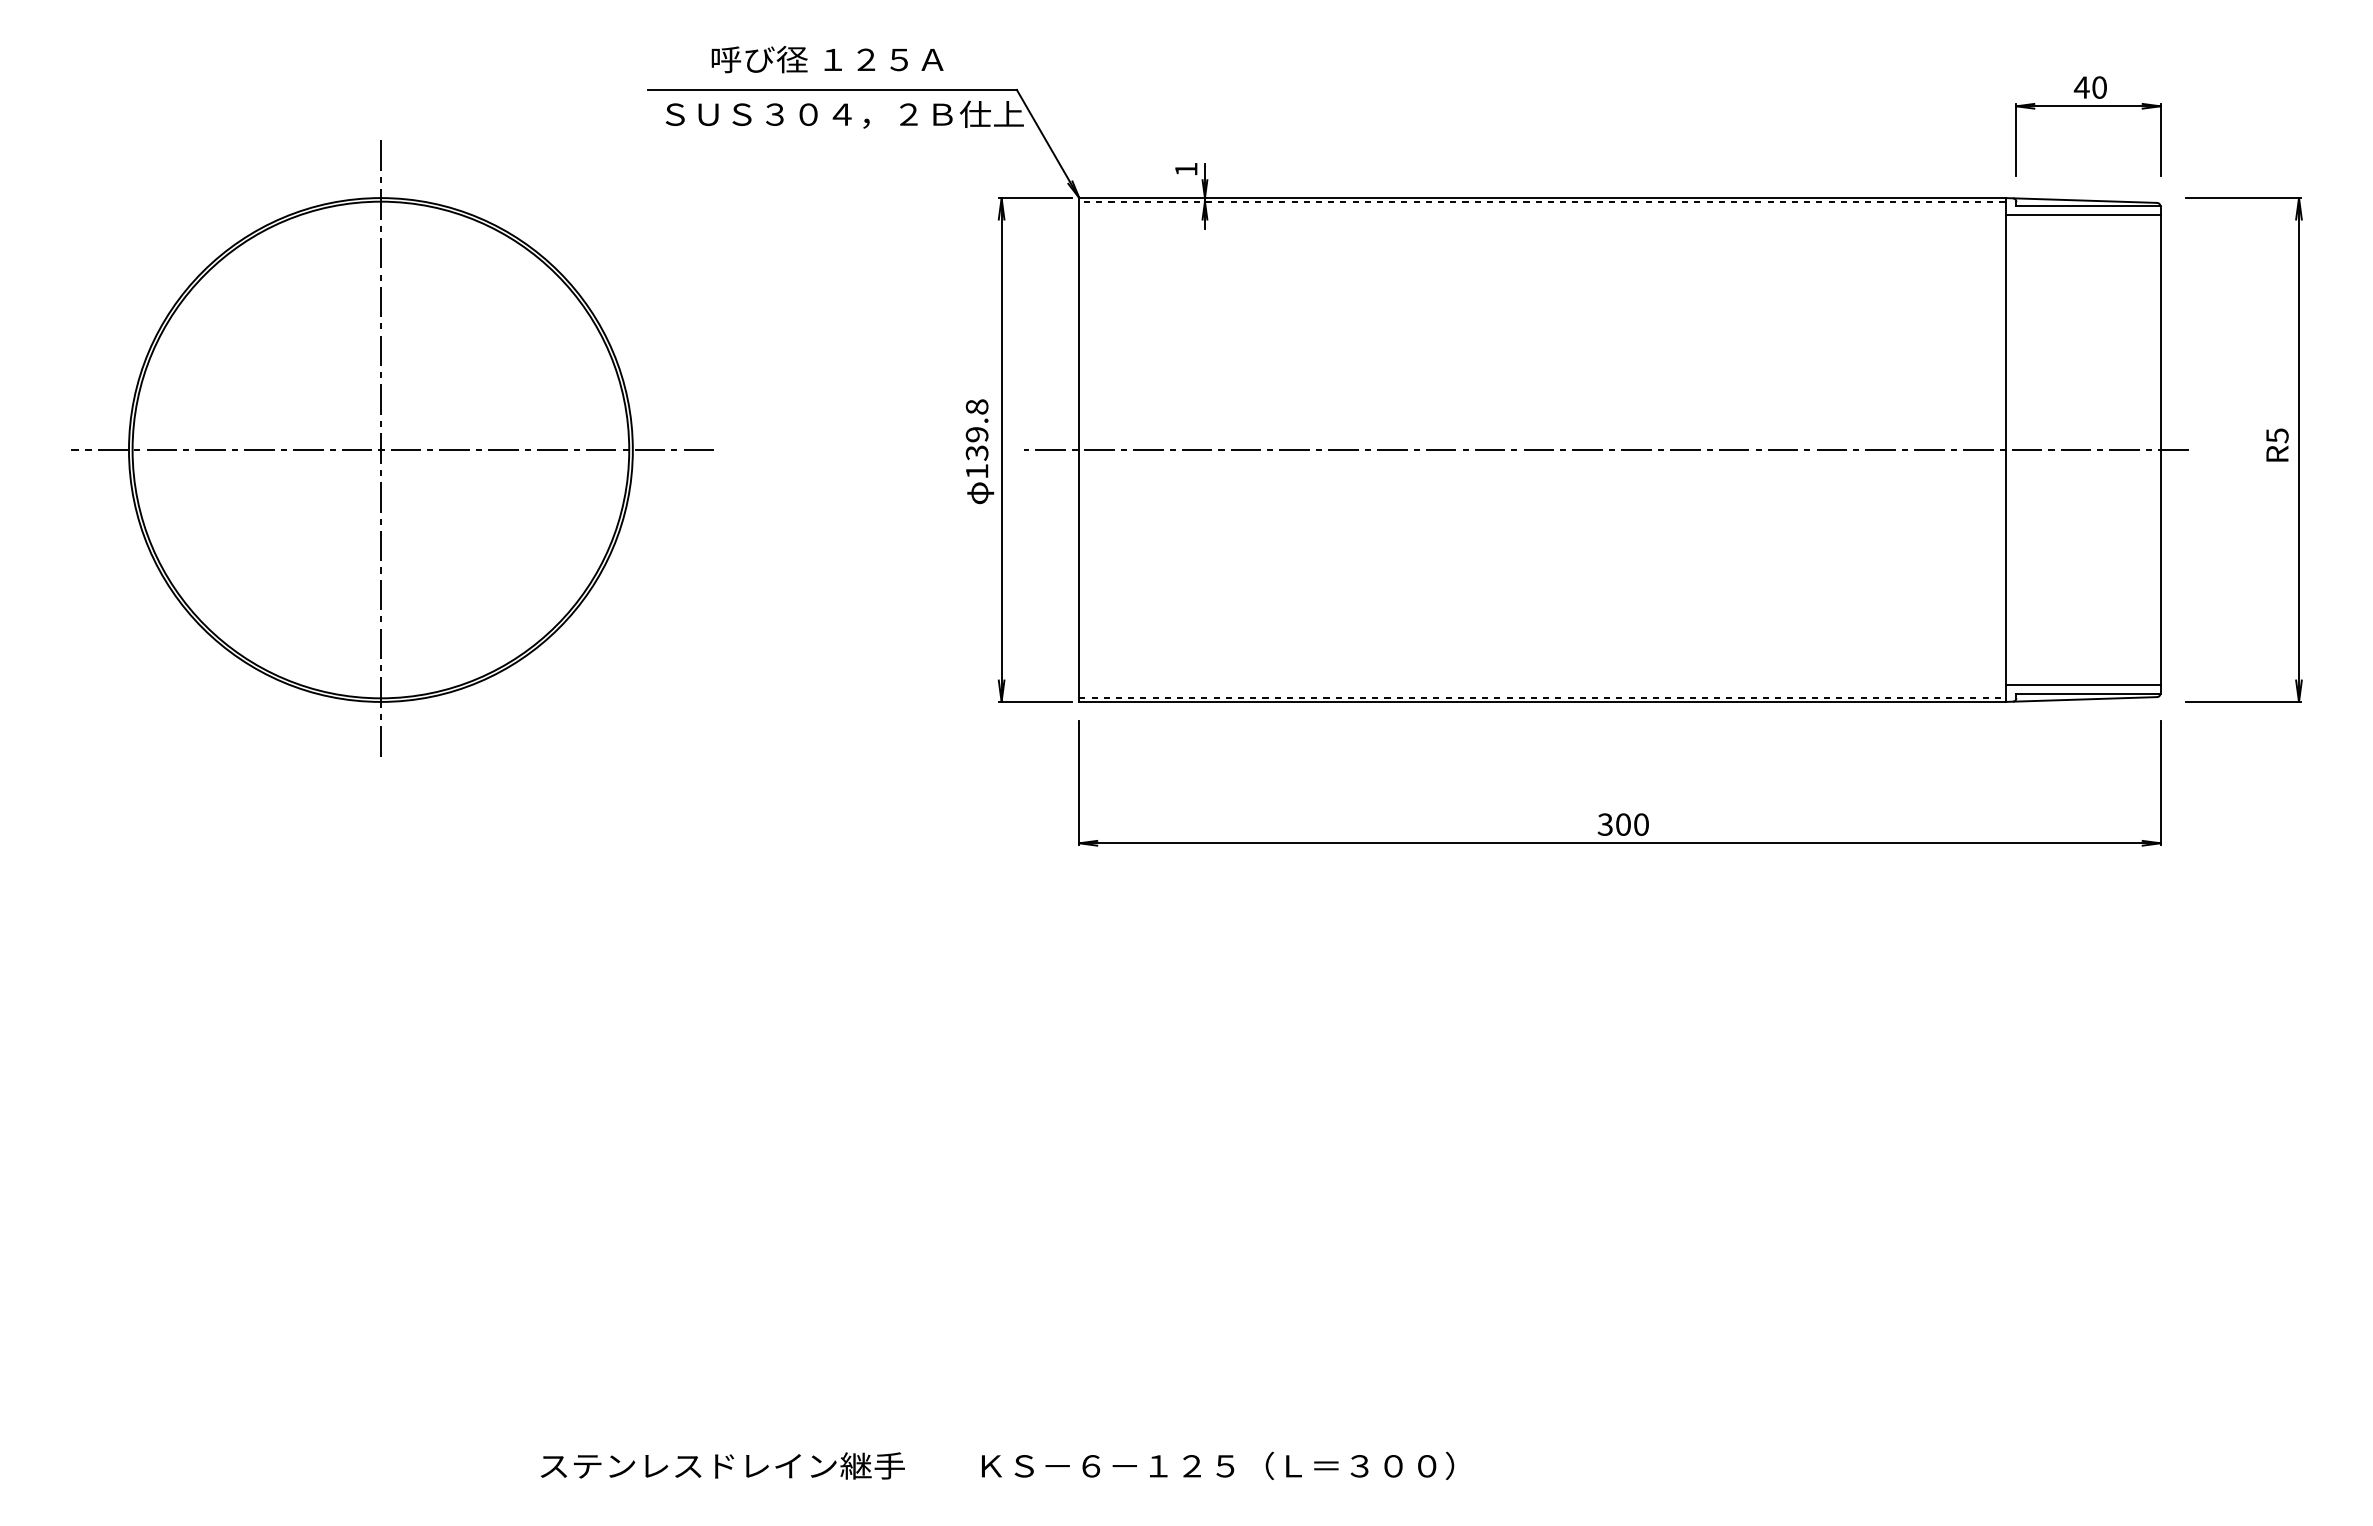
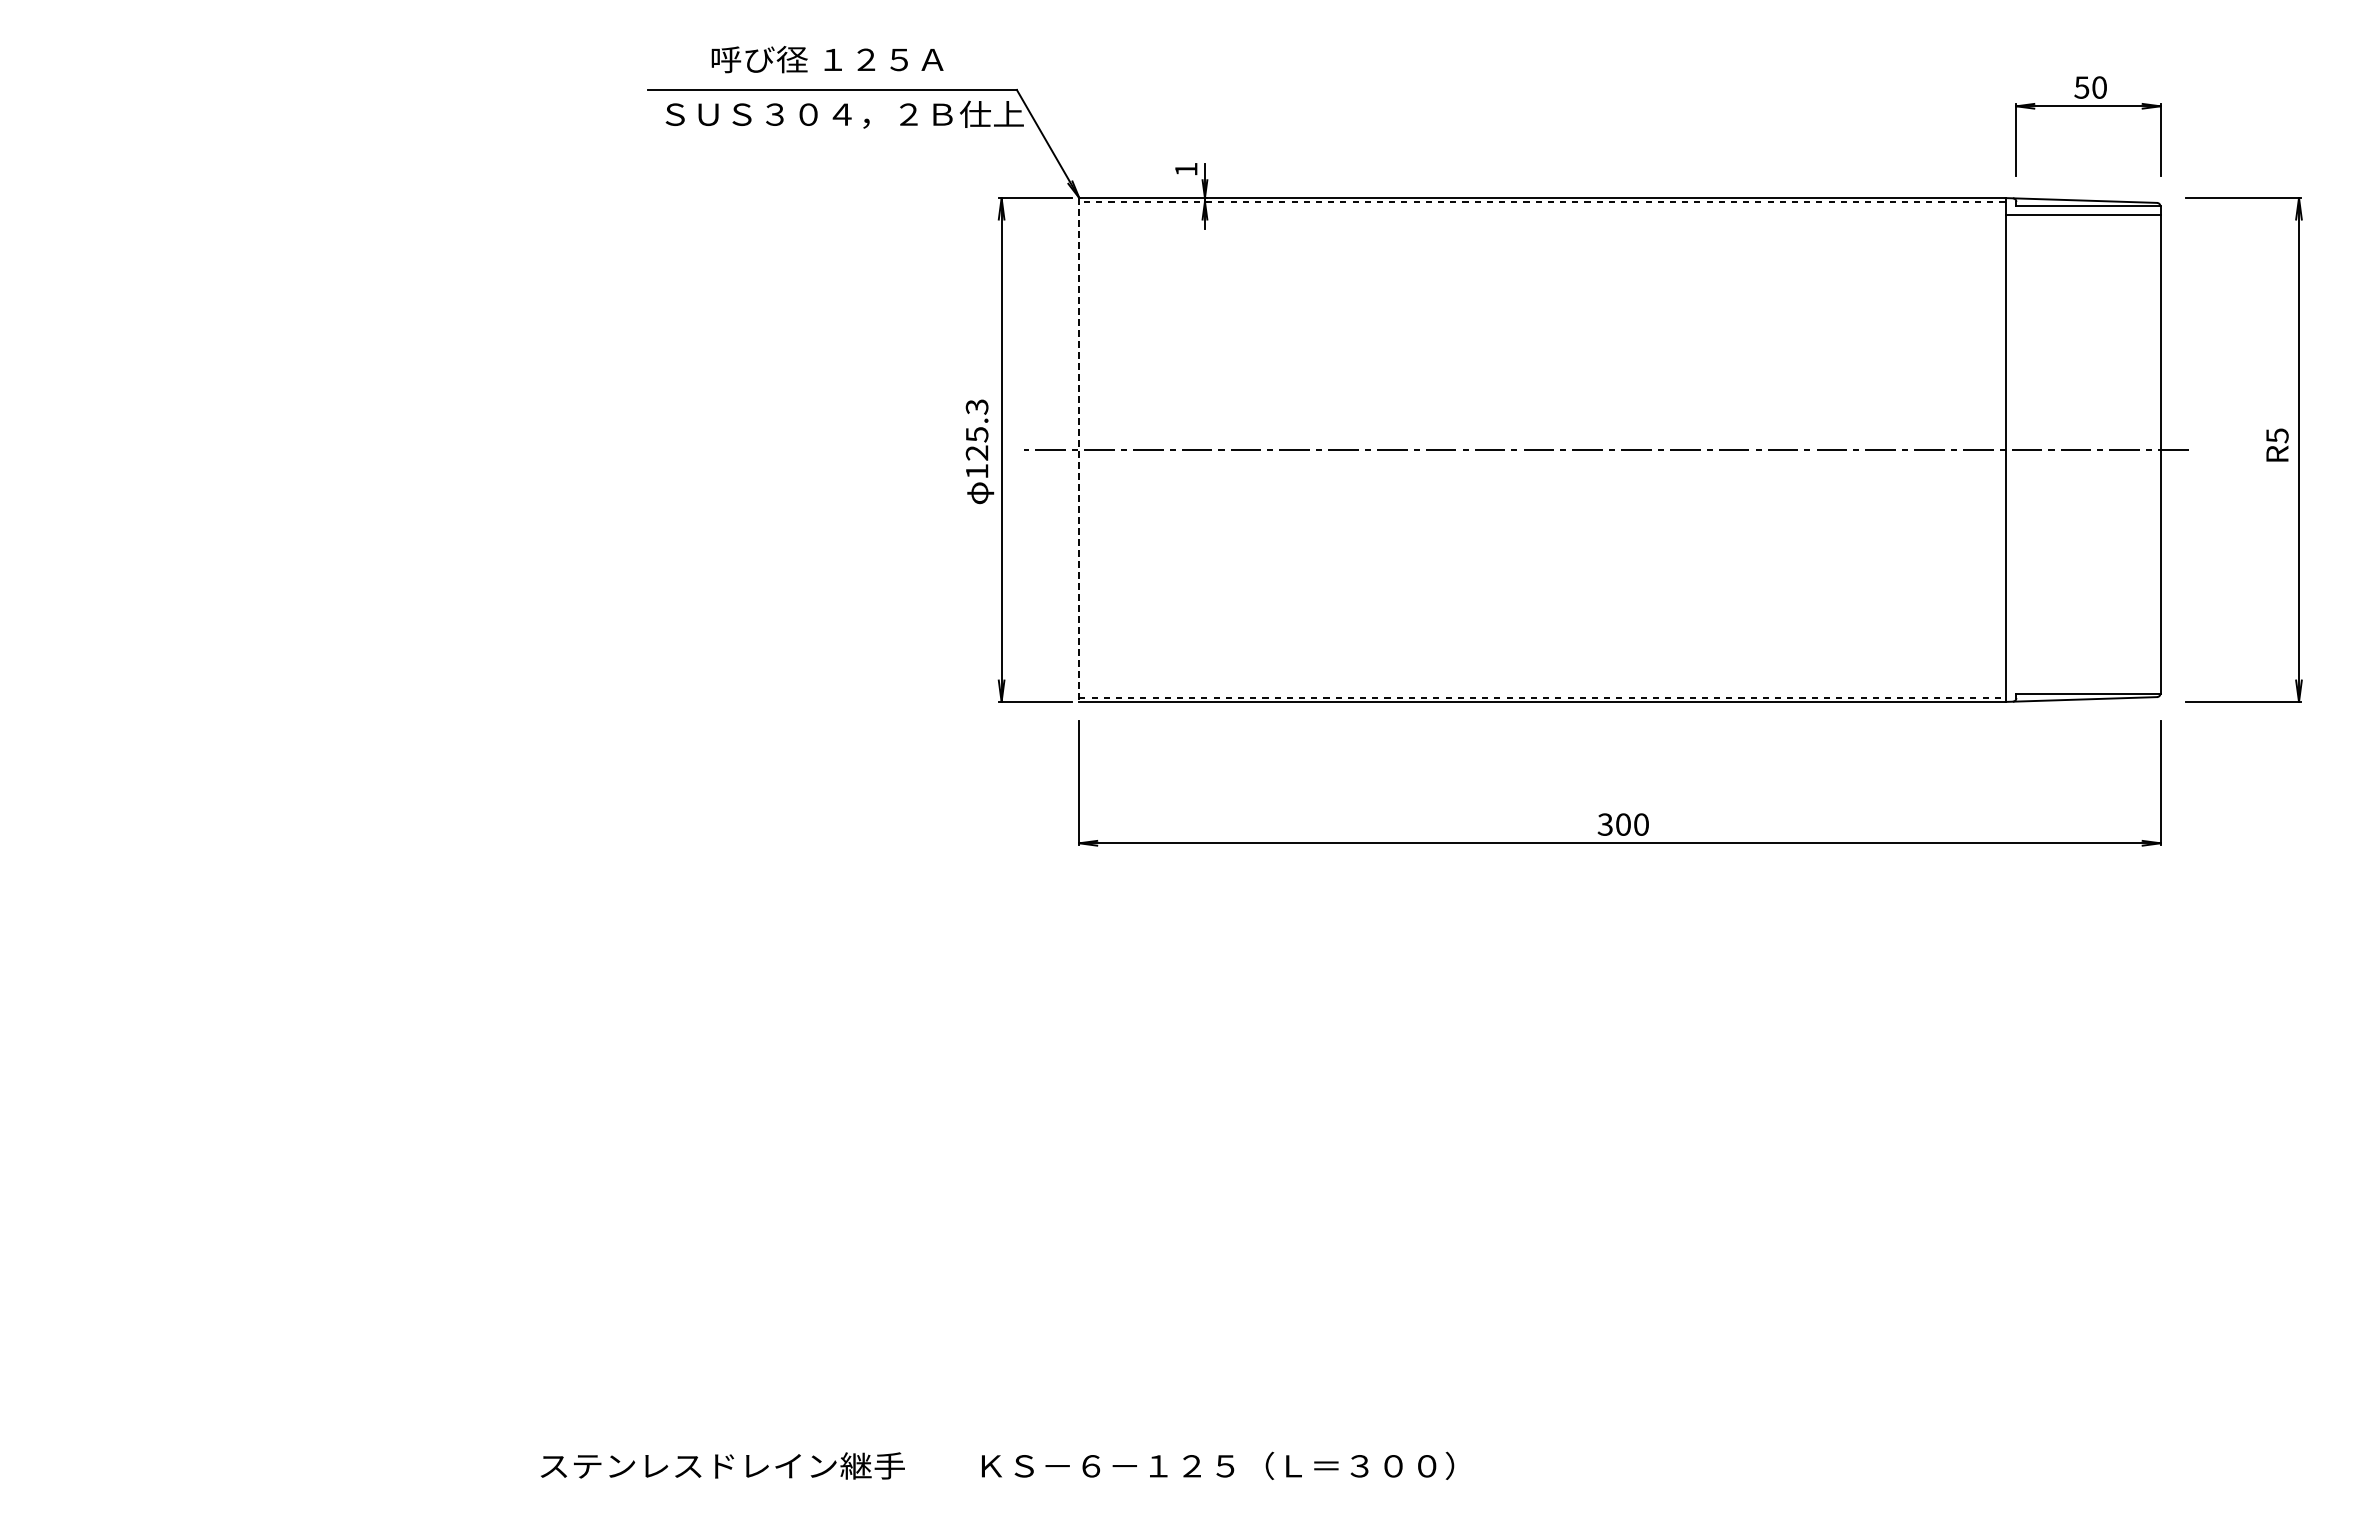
text at (2081, 87): 40 -> 50
text at (976, 429): 139.8 -> 125.3
part at (392, 448): present -> none
line at (1079, 450): solid -> dashed
line at (2082, 685): present -> none
